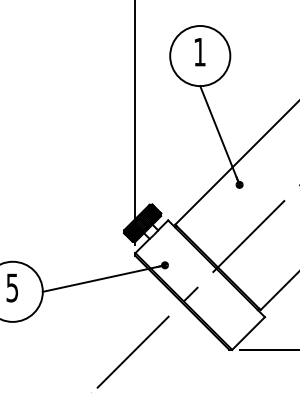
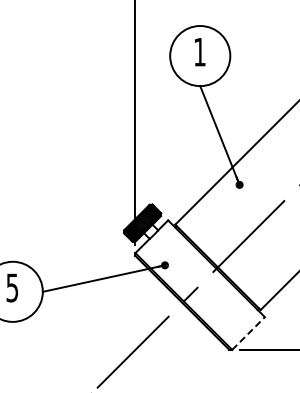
line at (248, 333): solid -> dashed
